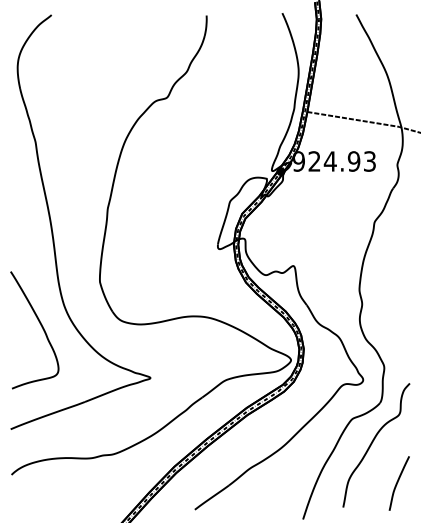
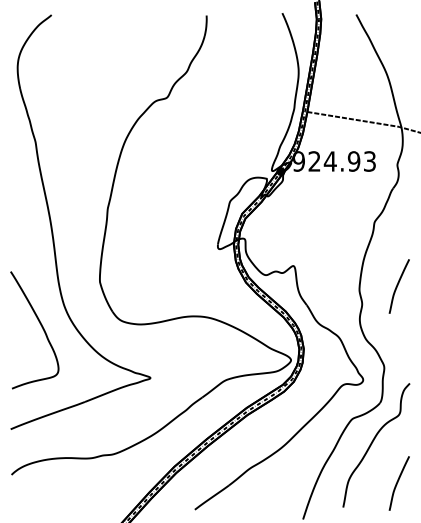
curve at (398, 285): none -> present
